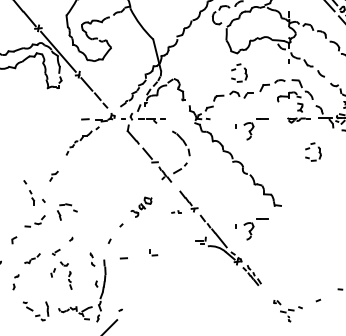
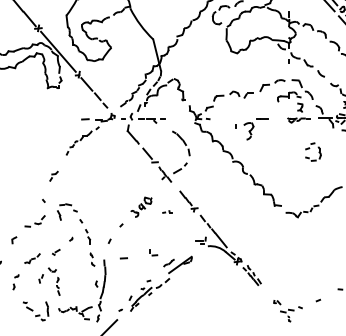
part at (239, 72): present -> none
part at (29, 192) position: (29, 192) -> (85, 231)
part at (313, 202): none -> present
part at (176, 211) position: (176, 211) -> (167, 211)
part at (251, 229): present -> none
part at (68, 275) position: (68, 275) -> (56, 281)
part at (160, 283): none -> present
